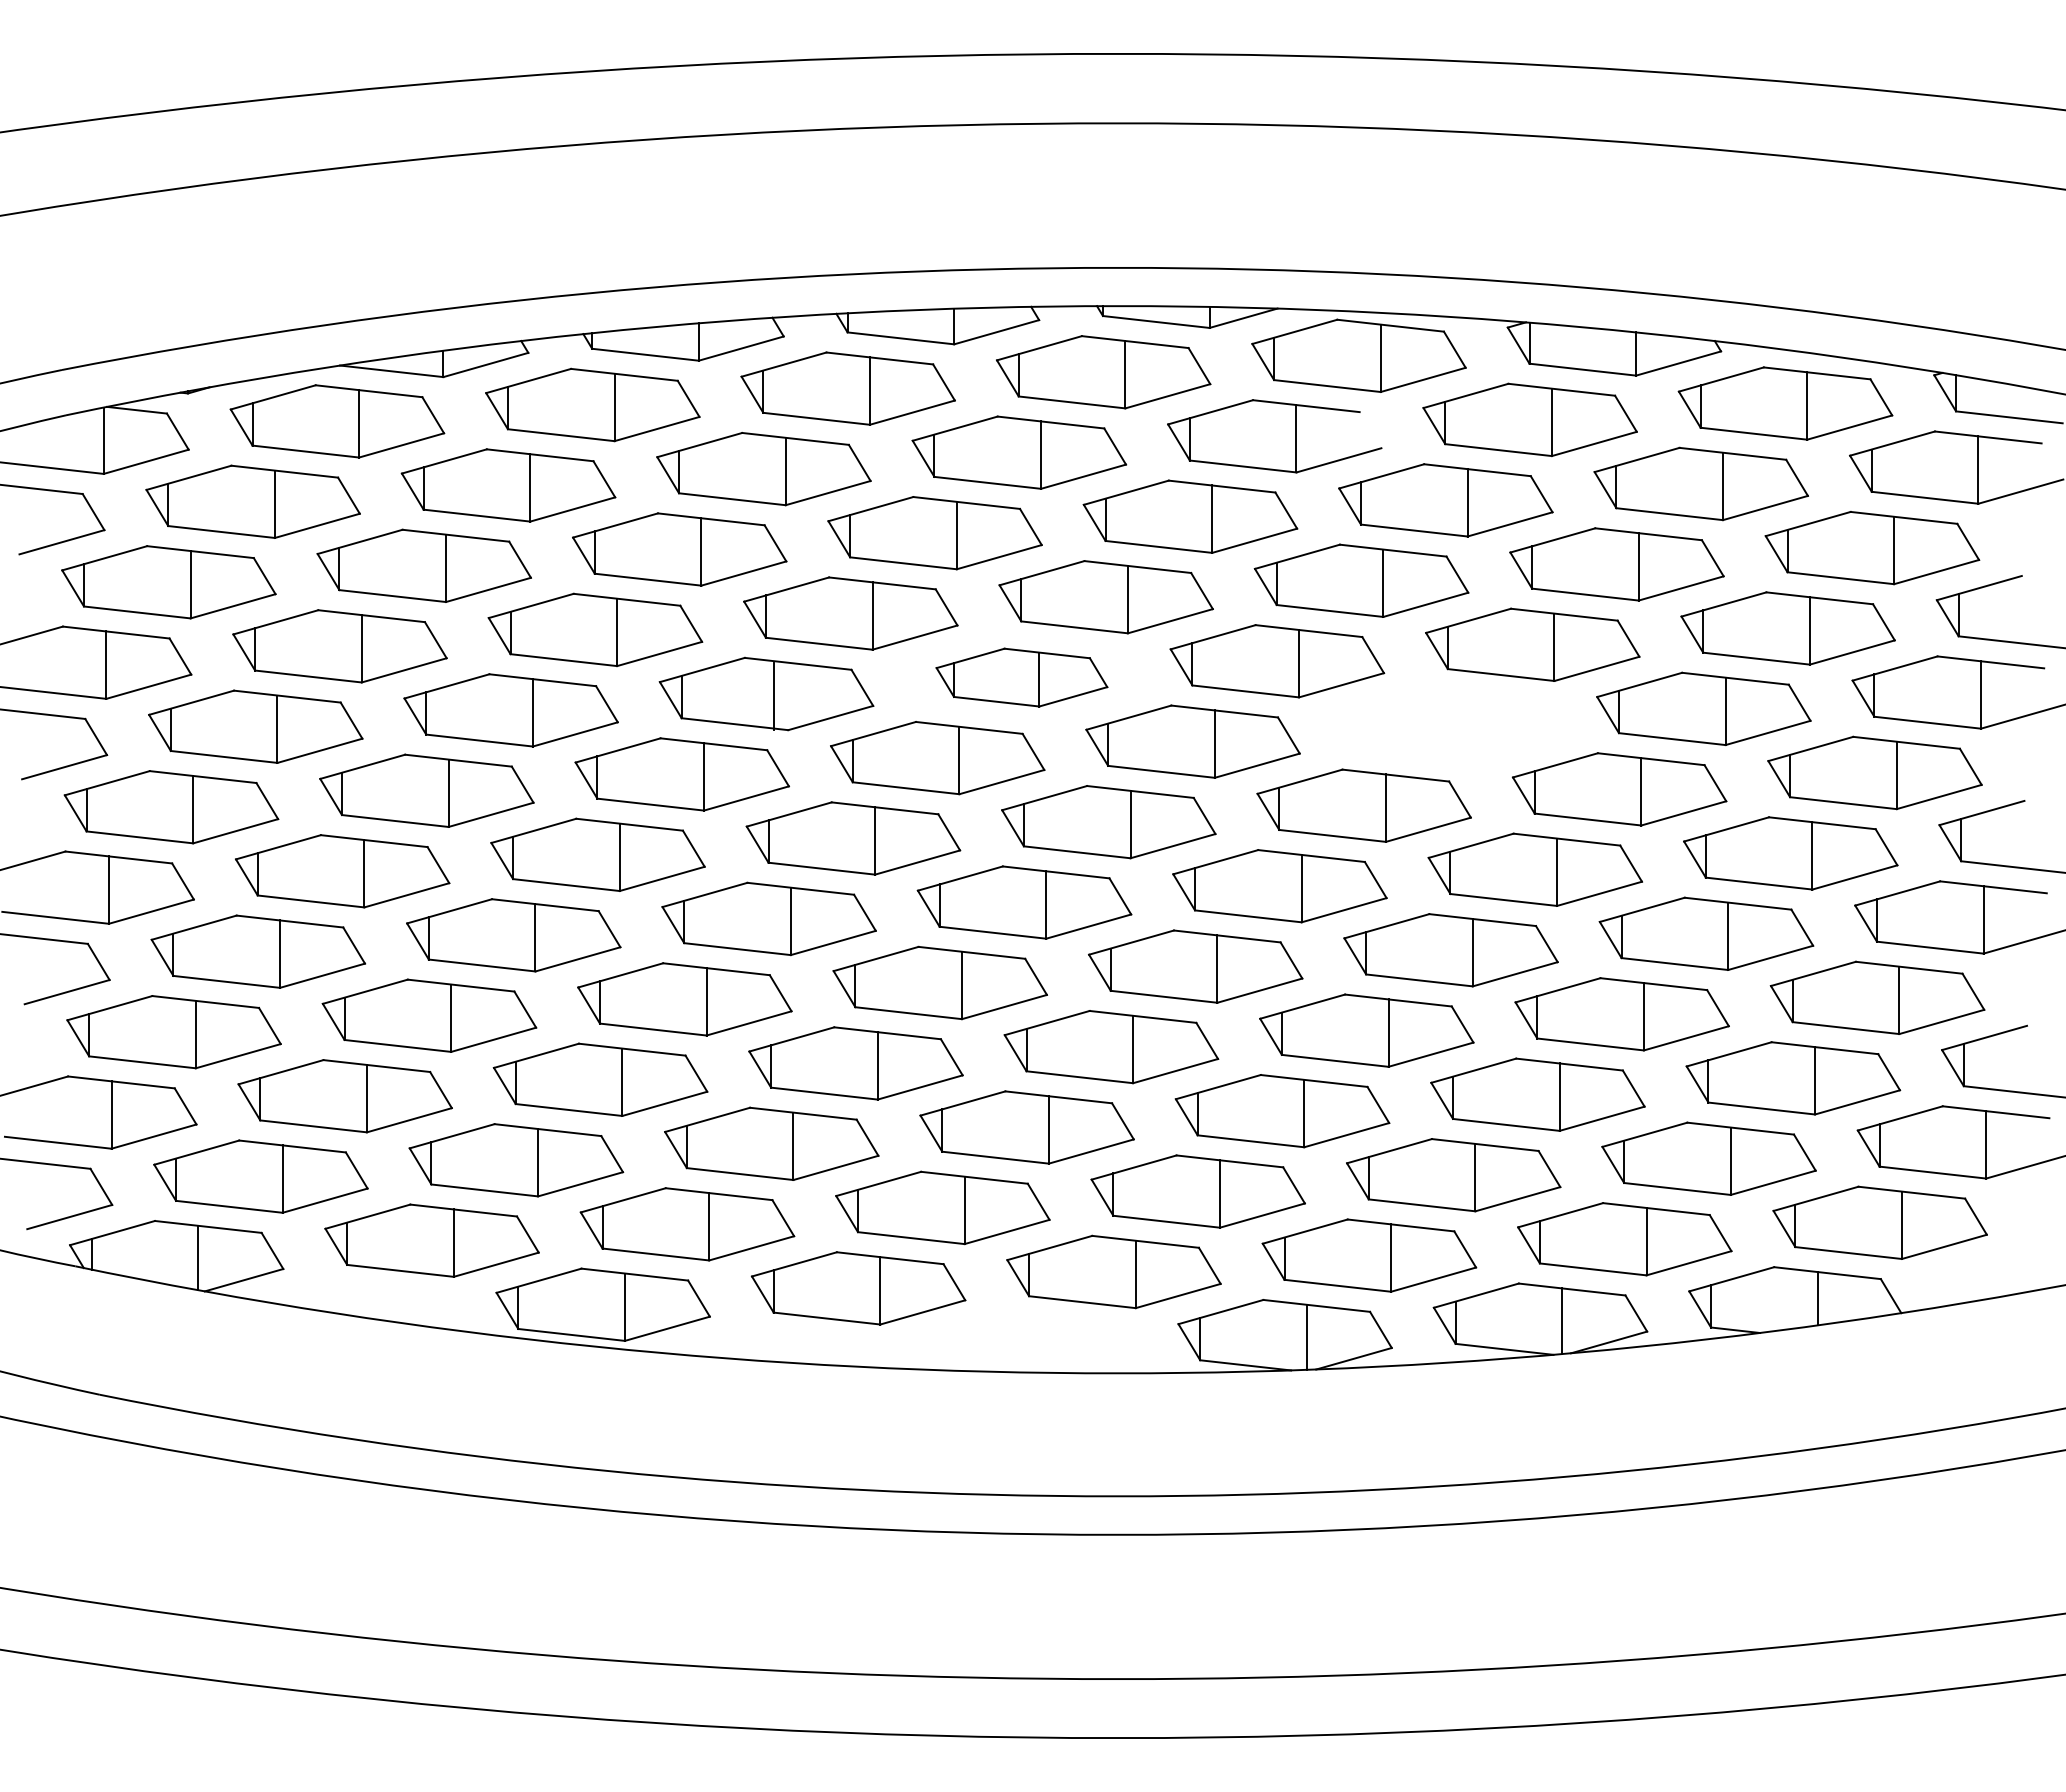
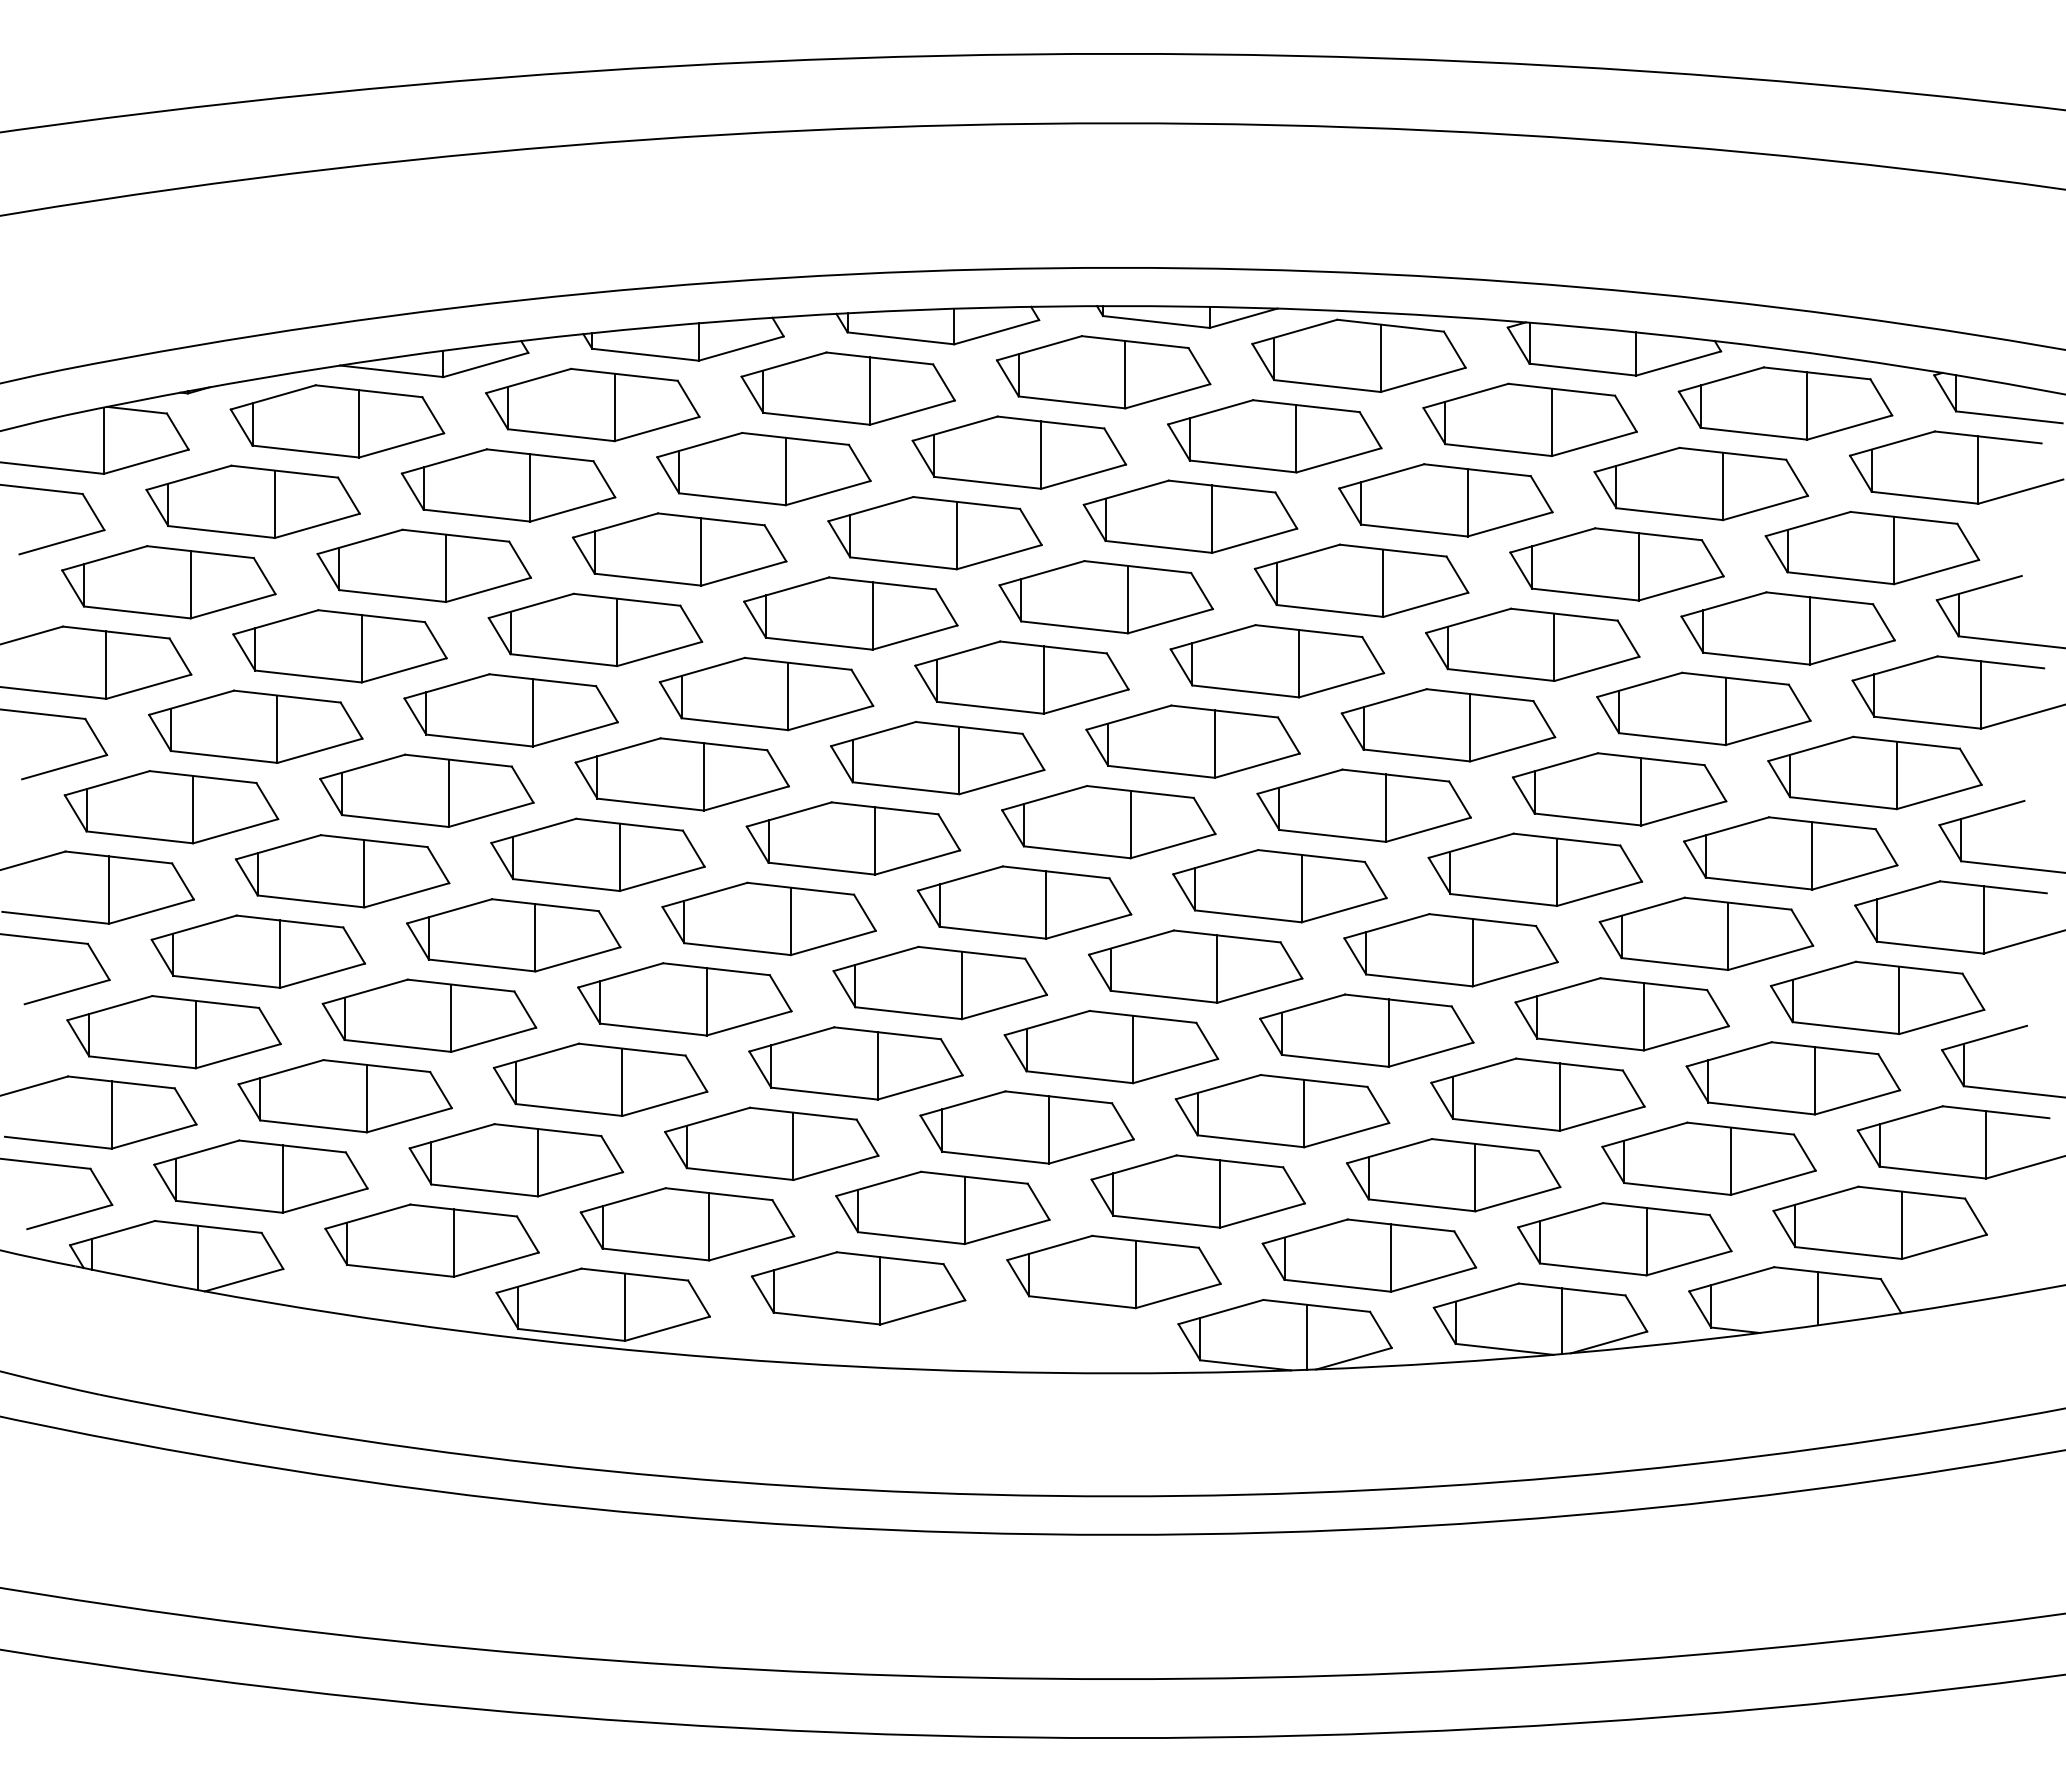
line at (1370, 430): none -> present
part at (1021, 677) size: 174x61 px -> 216x75 px
line at (774, 696) position: (774, 696) -> (788, 696)
part at (1448, 725): none -> present
